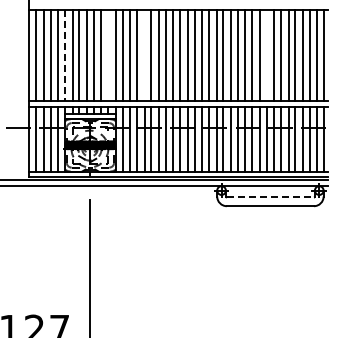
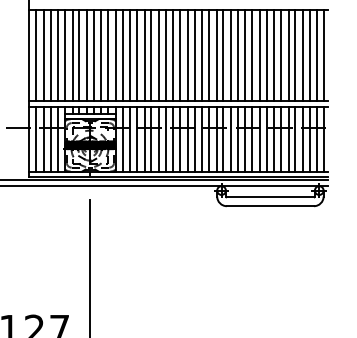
line at (108, 55): none -> present
line at (144, 55): none -> present
line at (266, 55): none -> present
line at (65, 56): dashed -> solid
line at (270, 197): dashed -> solid
